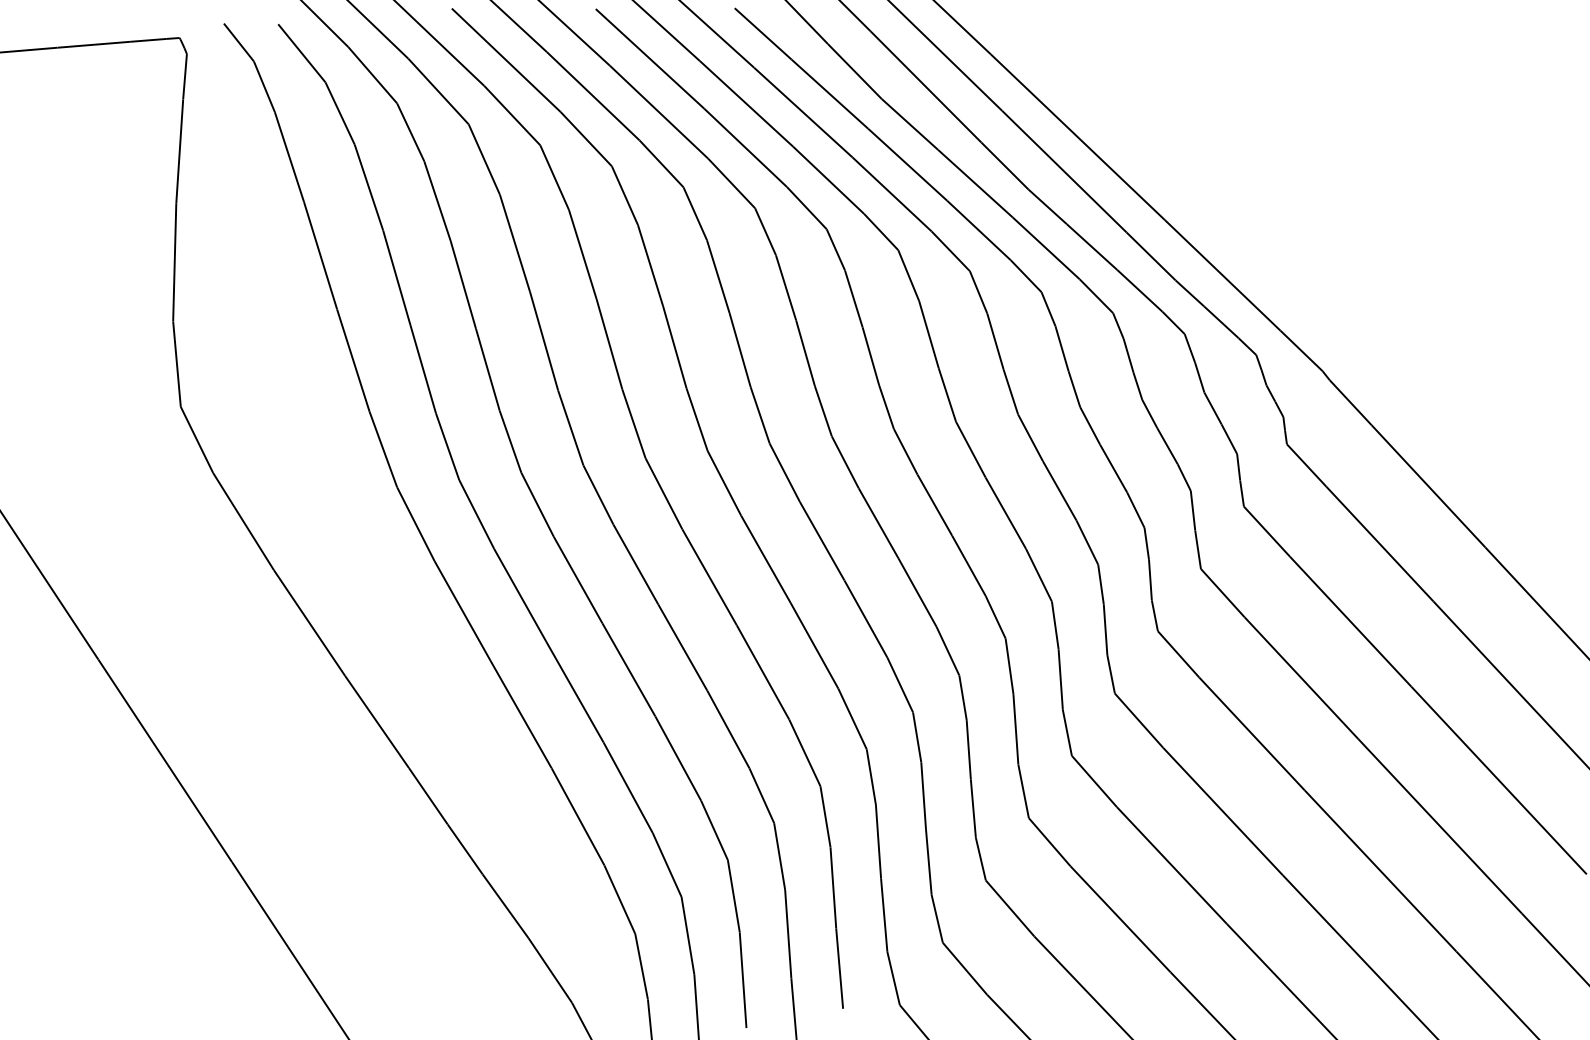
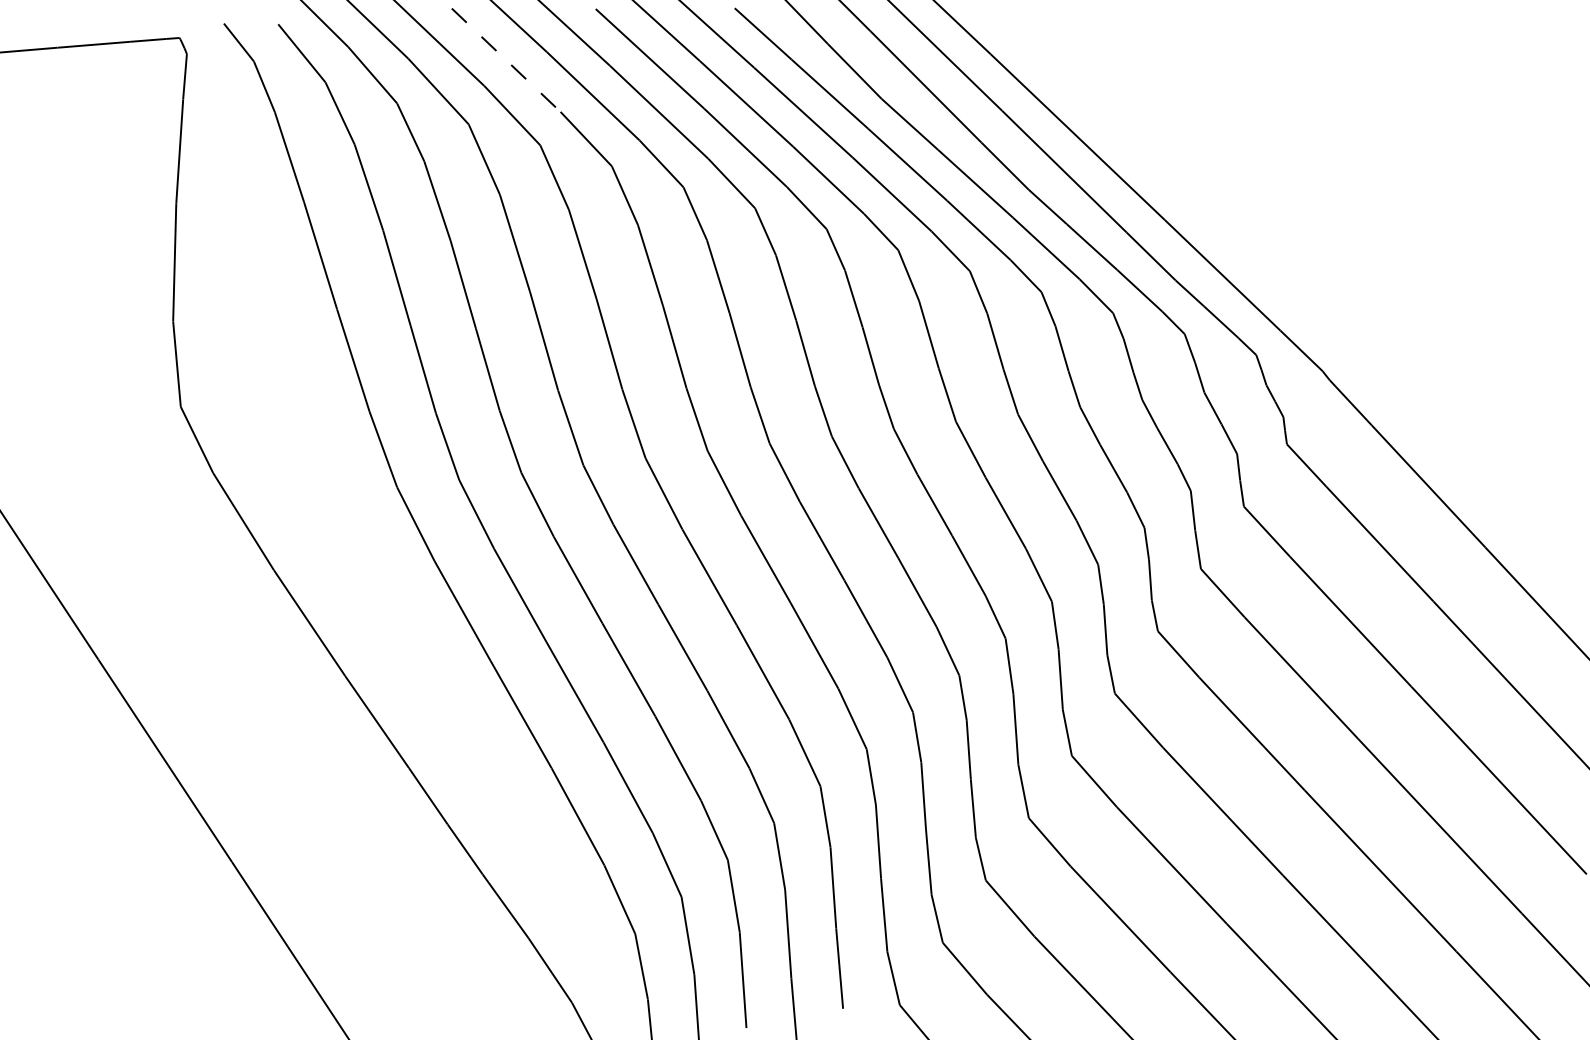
line at (506, 60): solid -> dashed
